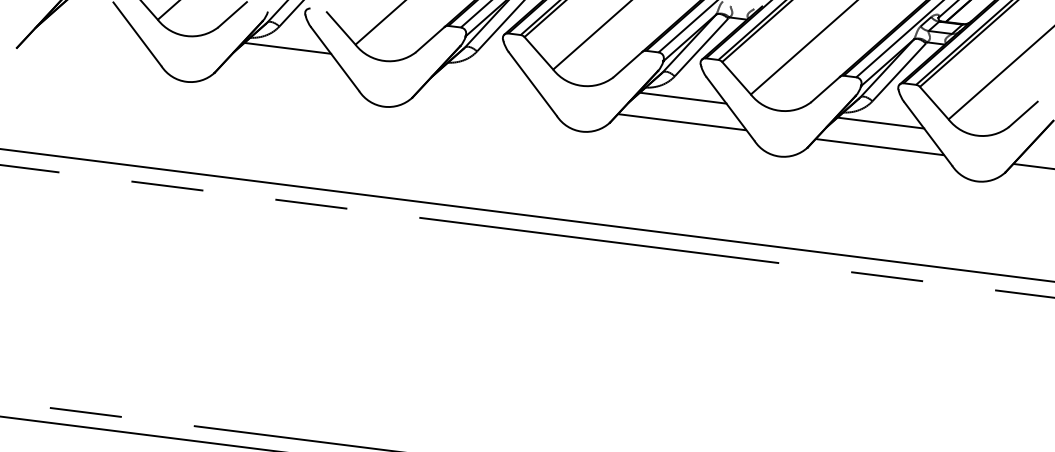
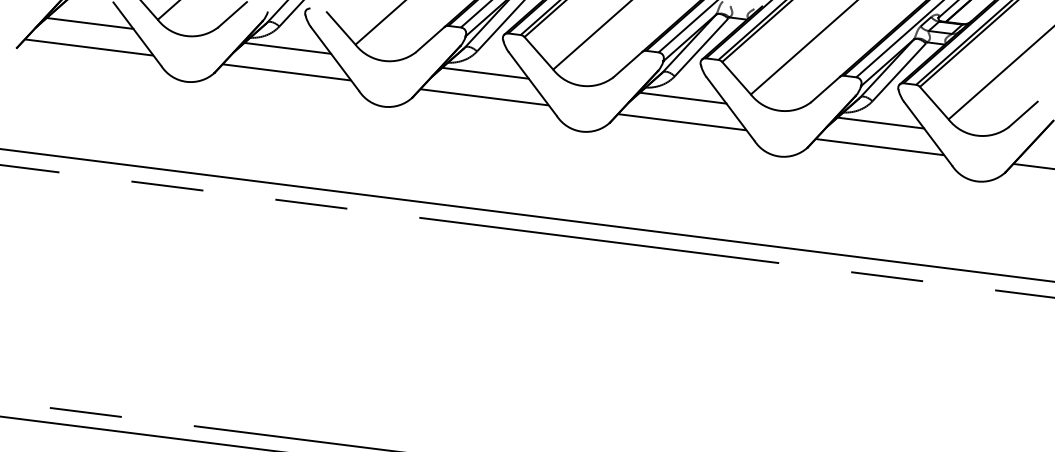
line at (89, 23): none -> present
line at (88, 47): none -> present
line at (286, 72): none -> present
line at (485, 72): none -> present
line at (484, 97): none -> present
